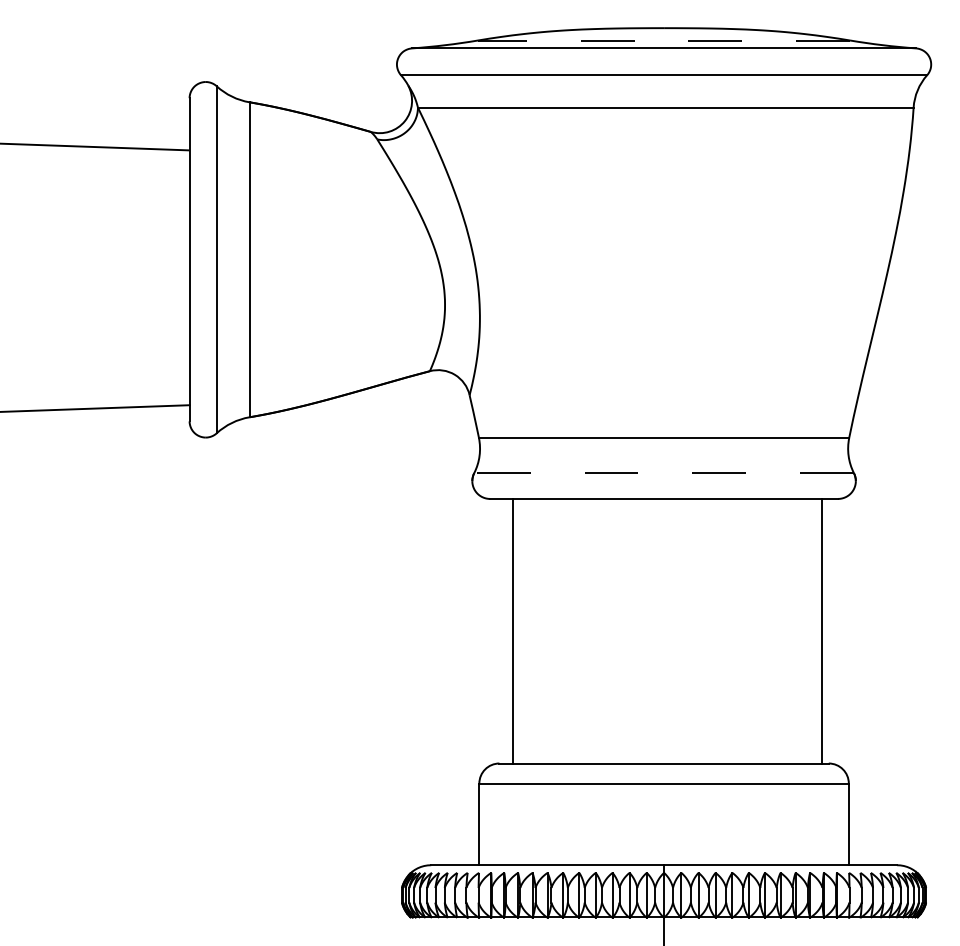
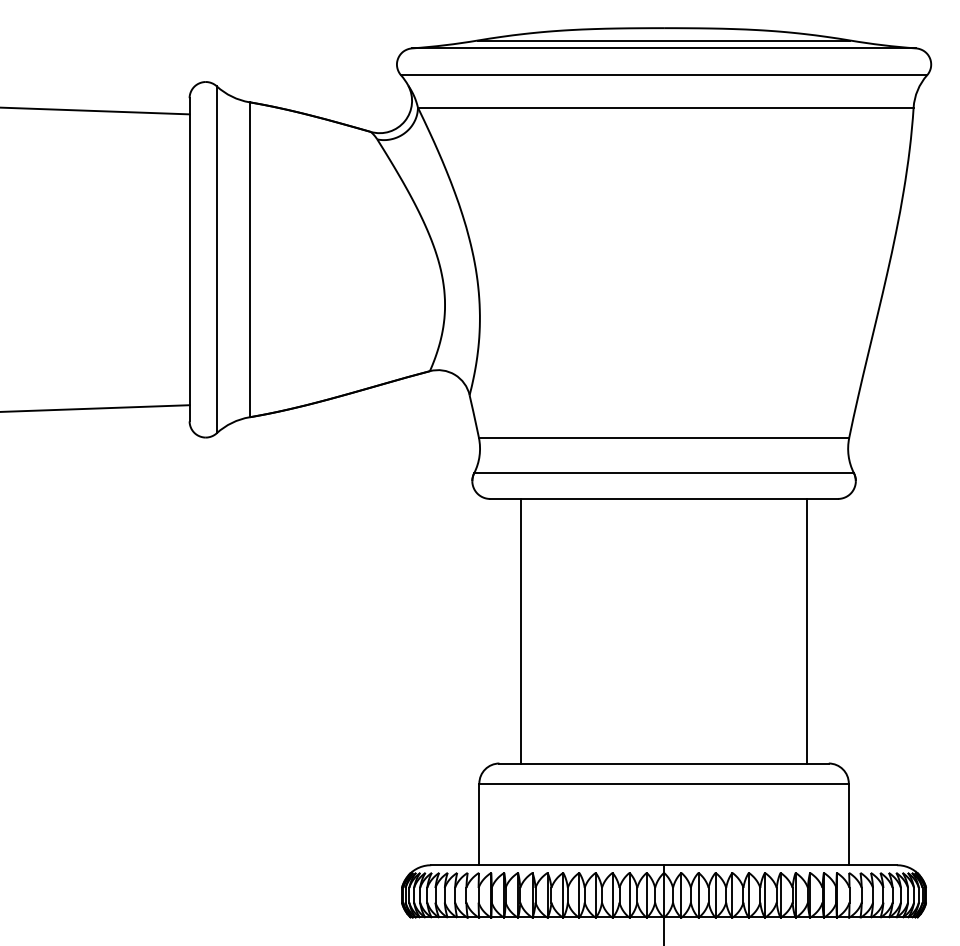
line at (664, 40): dashed -> solid
line at (95, 146) position: (95, 146) -> (95, 110)
line at (664, 473): dashed -> solid
line at (513, 630) position: (513, 630) -> (521, 630)
line at (821, 630) position: (821, 630) -> (806, 630)
